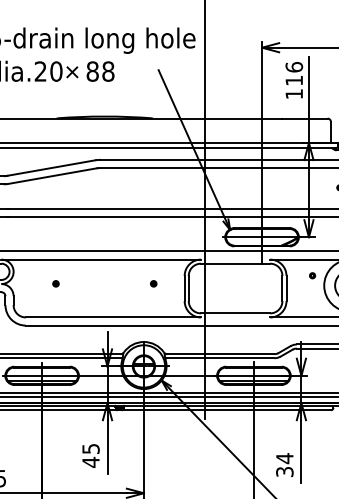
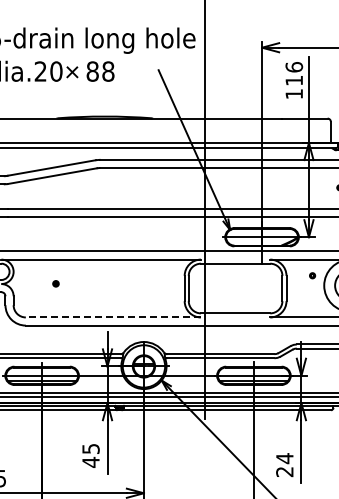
part at (153, 283): present -> none
line at (113, 317): solid -> dashed
text at (284, 471): 34 -> 24
